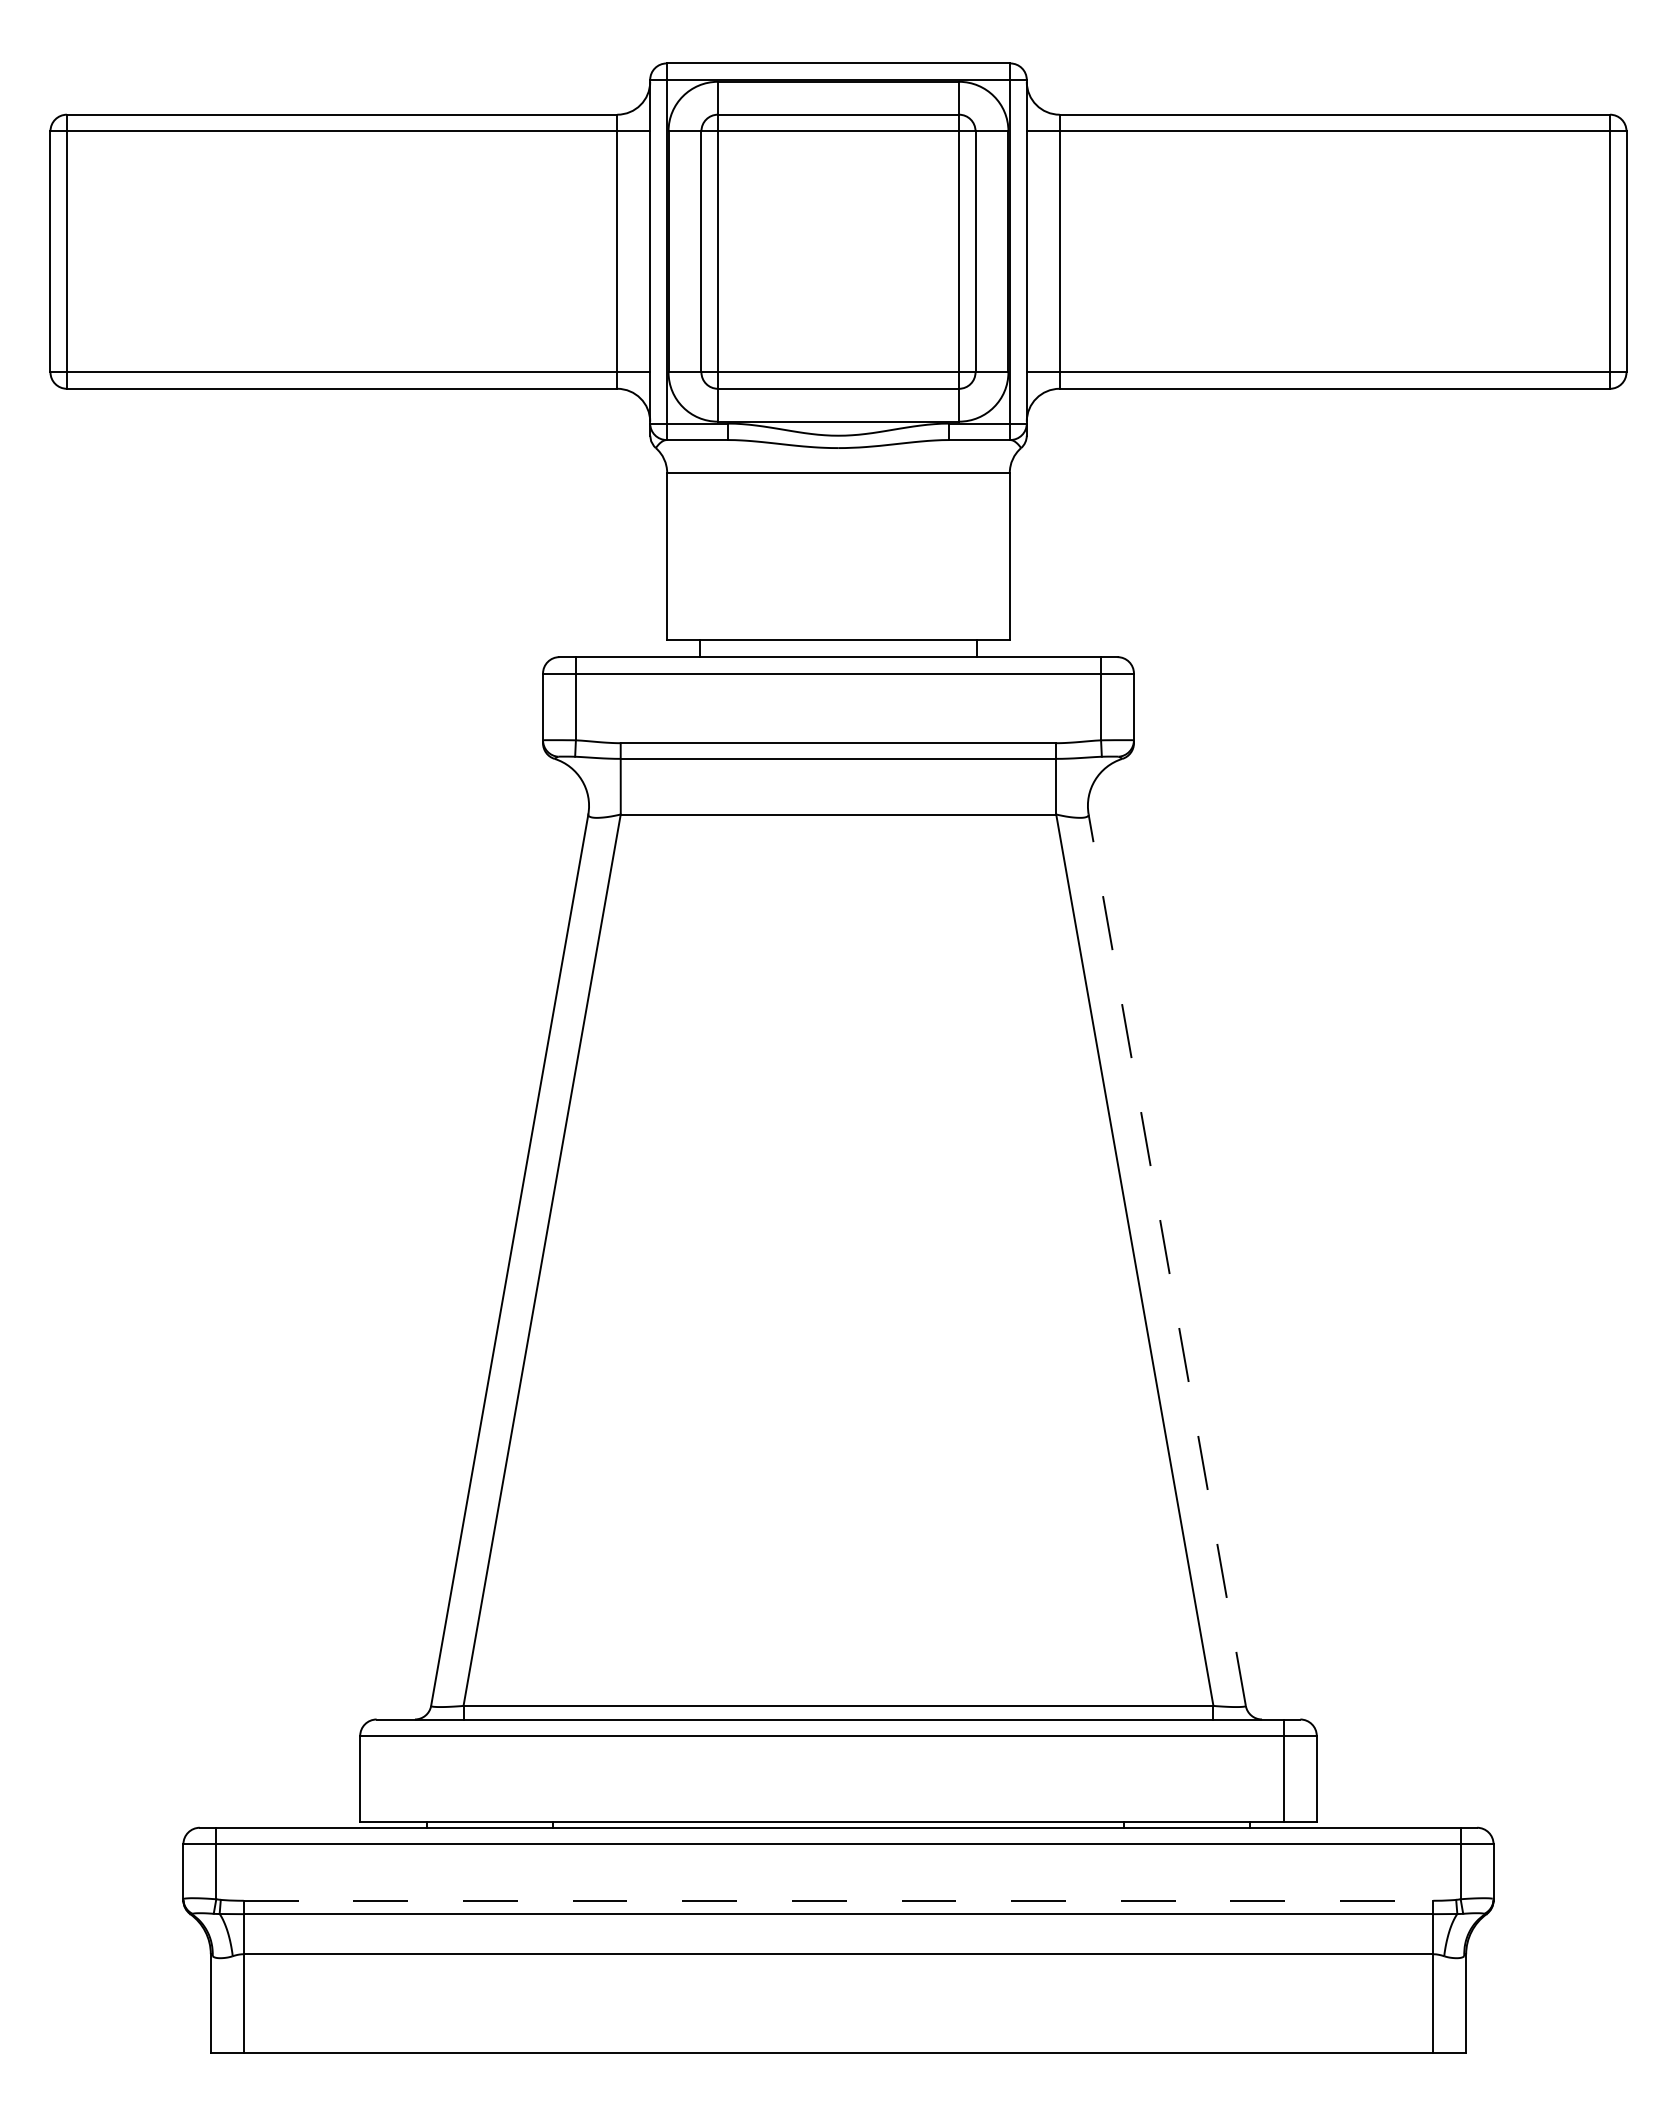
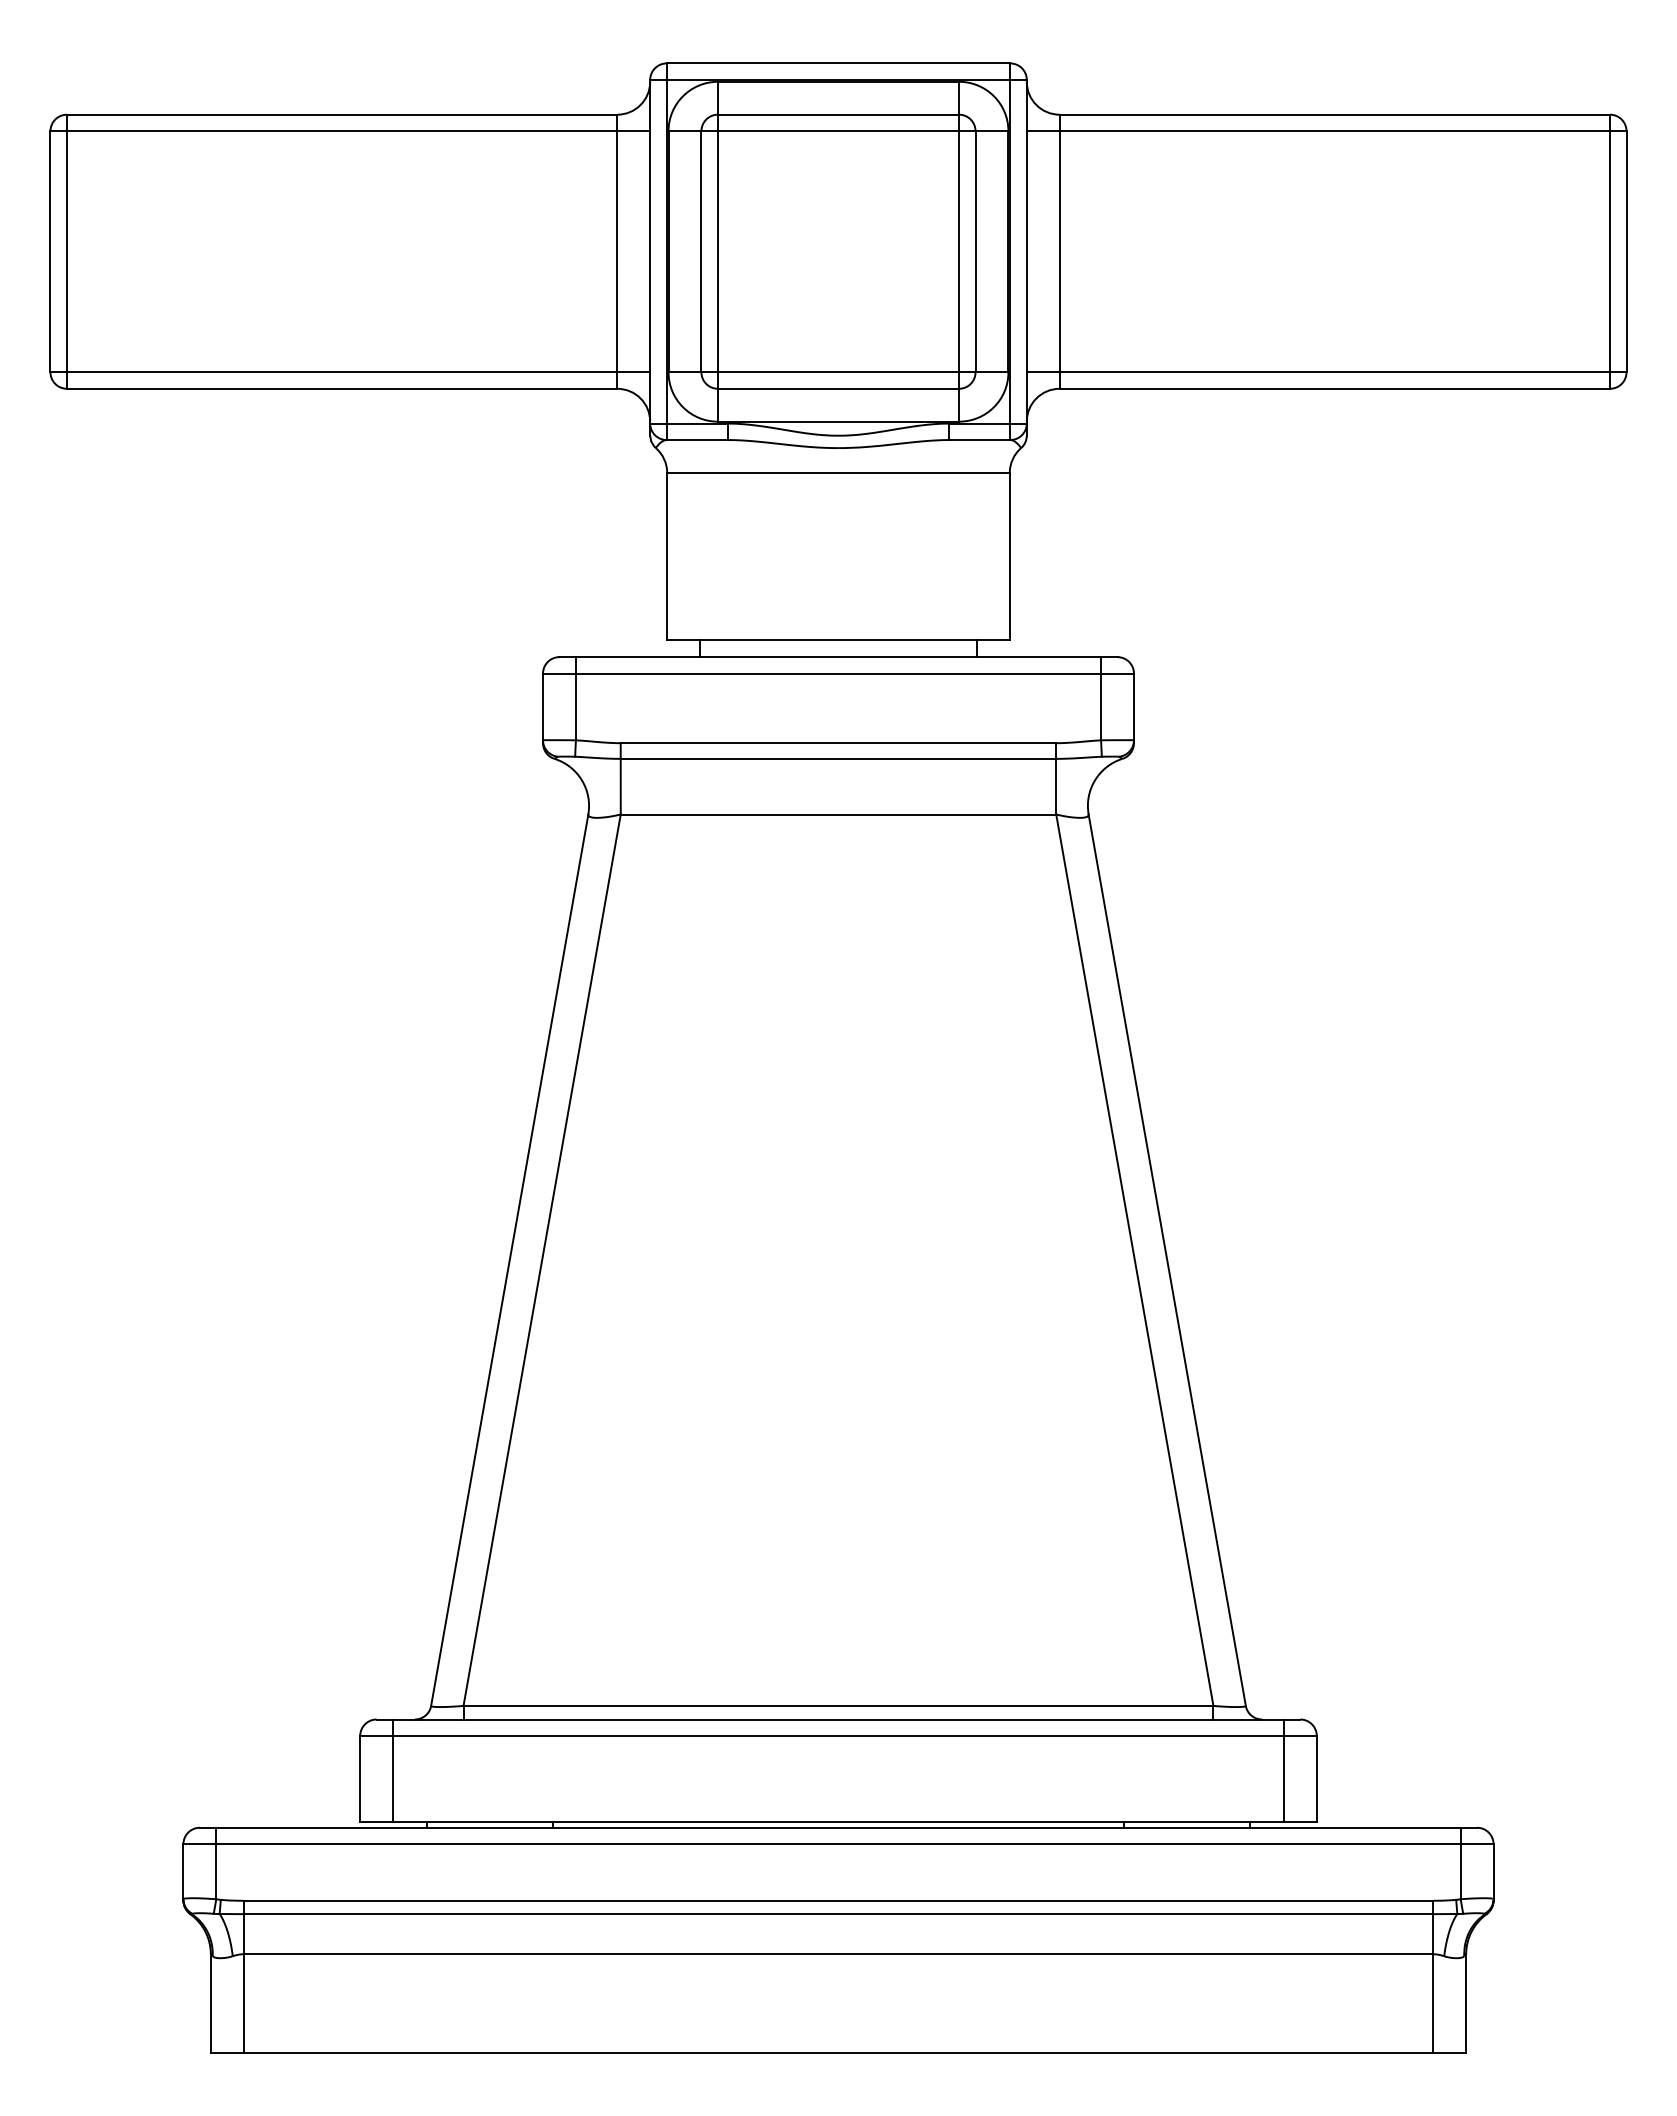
line at (1167, 1260): dashed -> solid
line at (393, 1770): none -> present
line at (838, 1900): dashed -> solid
